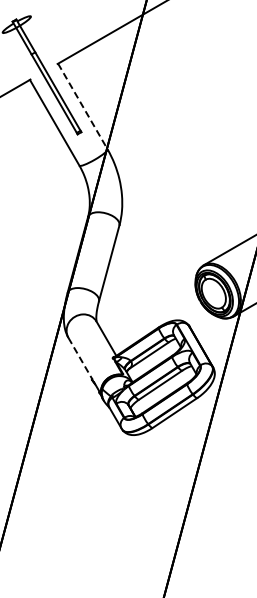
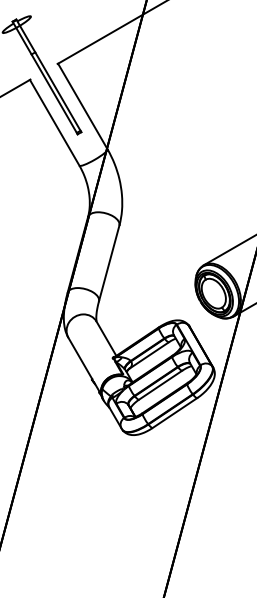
line at (82, 106): dashed -> solid
line at (80, 358): dashed -> solid
